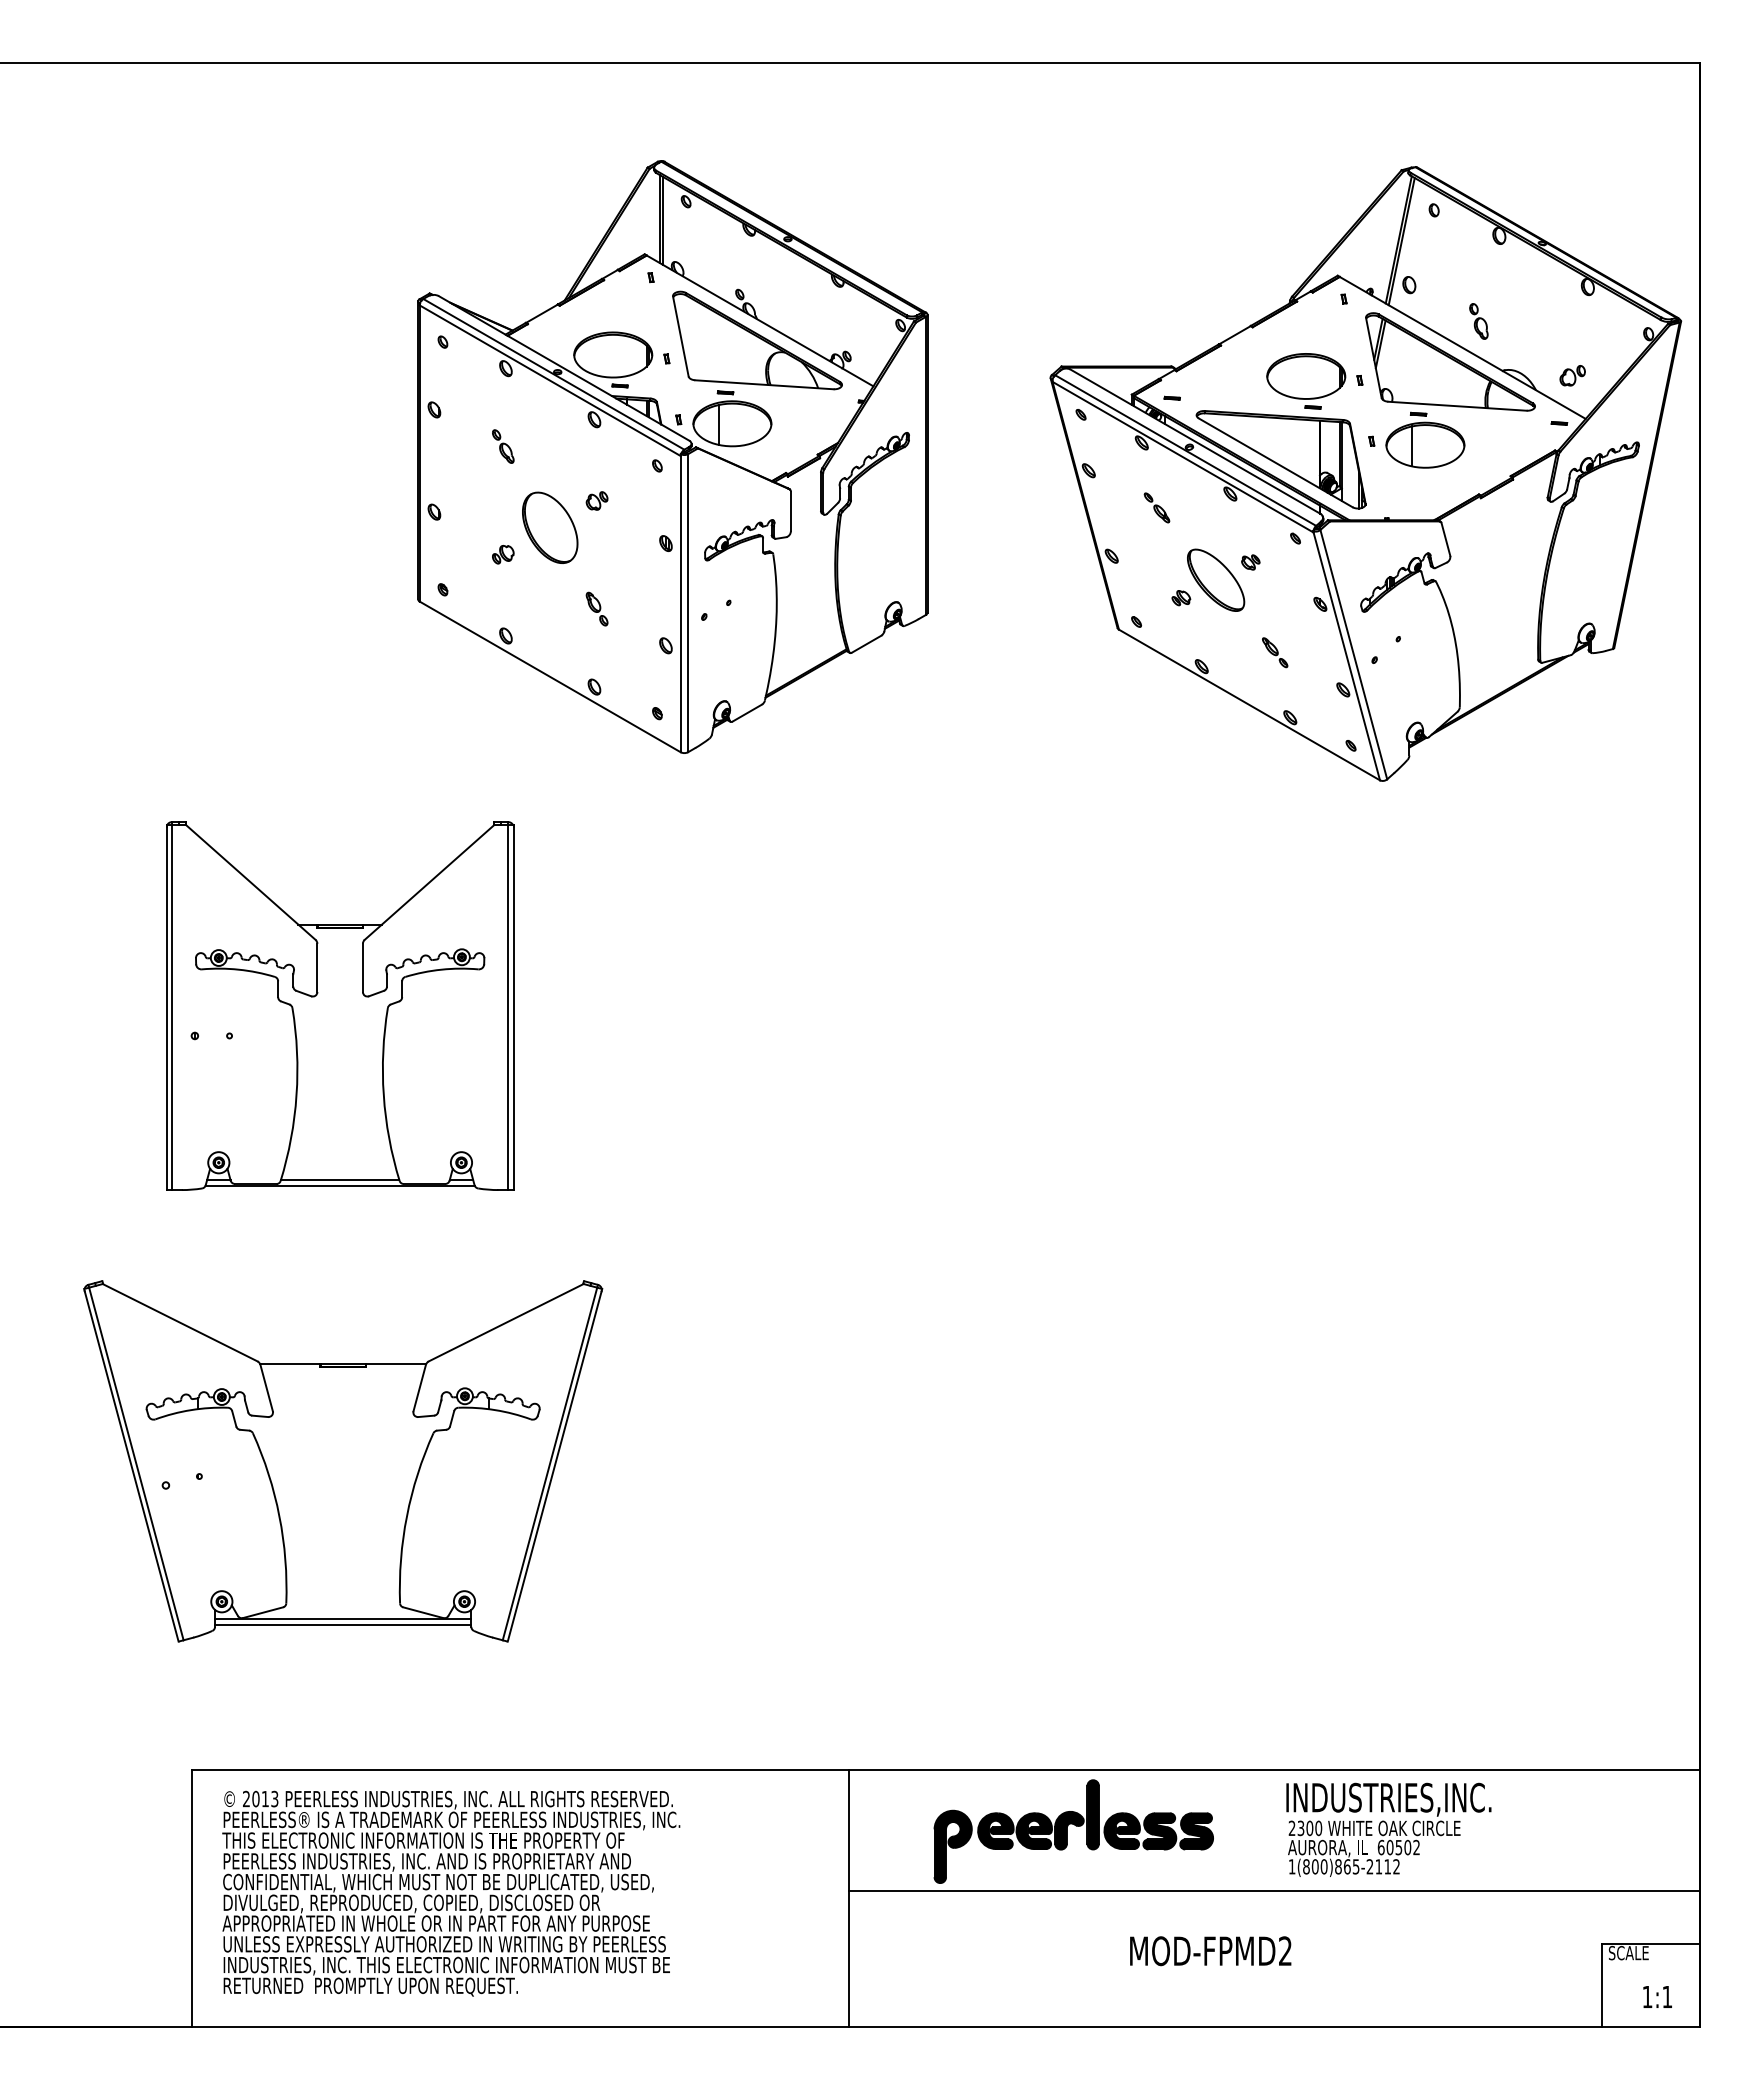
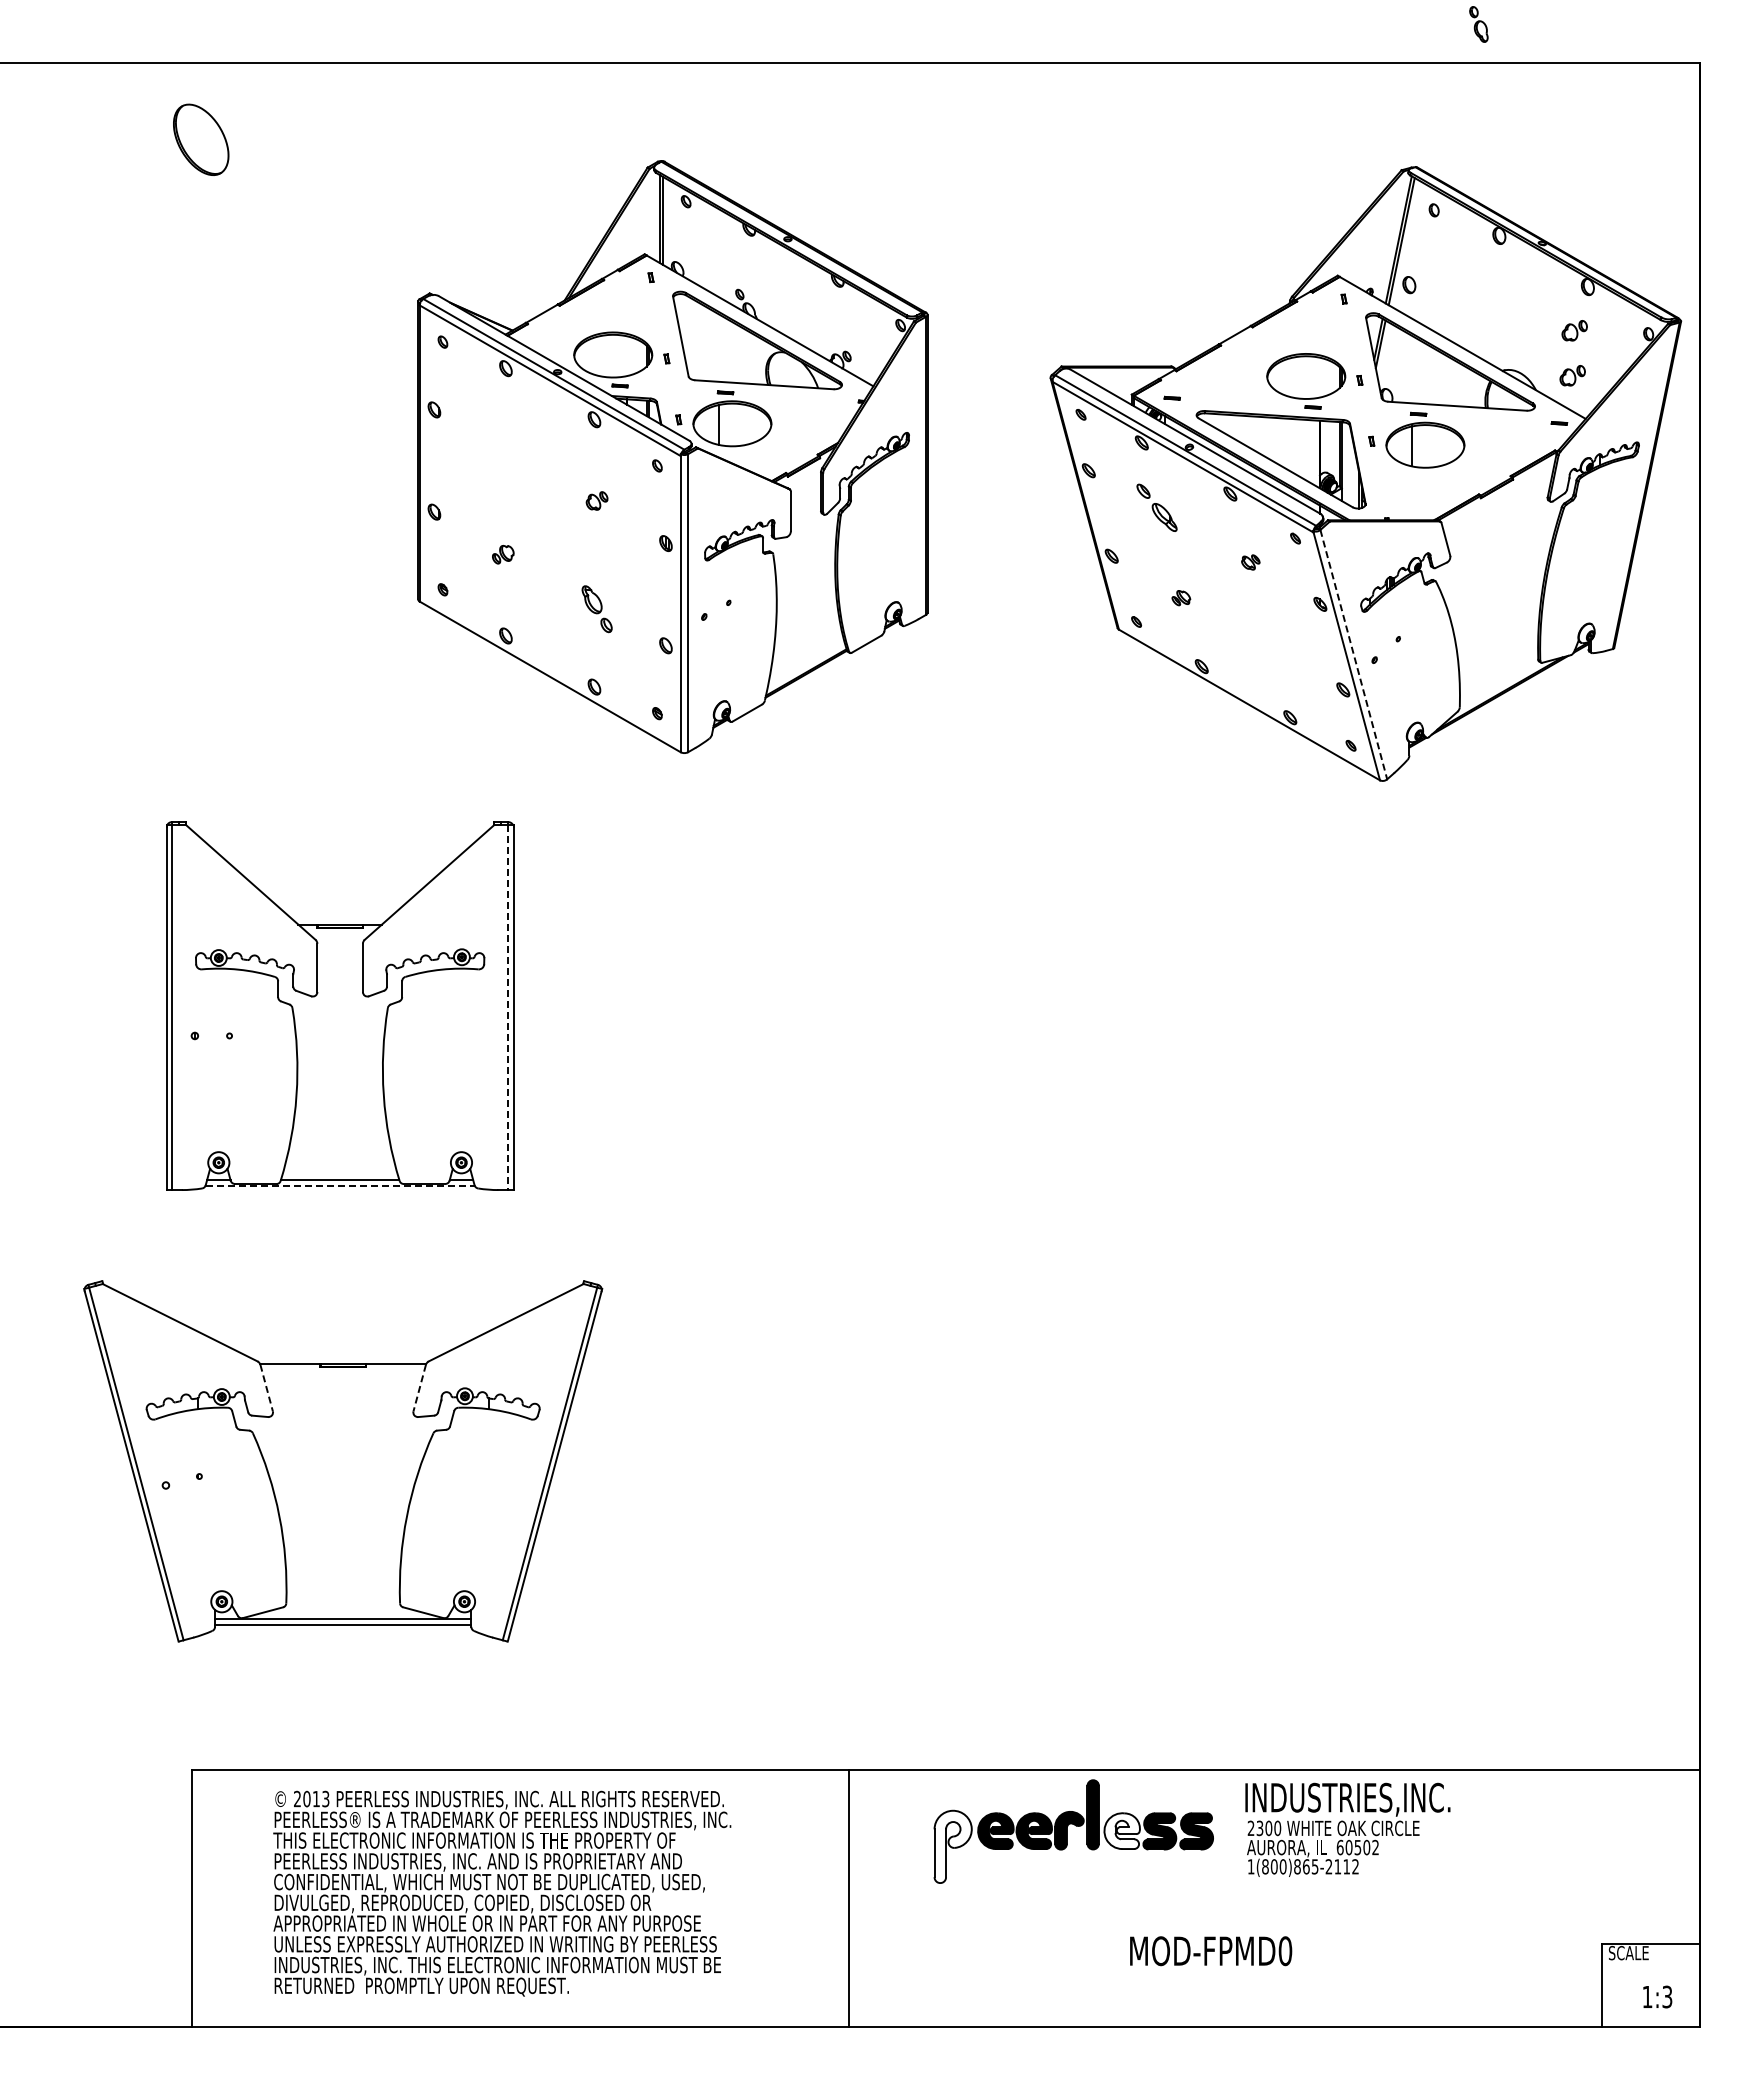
part at (1478, 321) position: (1478, 321) -> (1478, 24)
part at (1574, 330): none -> present
part at (503, 446): present -> none
part at (1156, 507) size: 28x32 px -> 42x49 px
part at (550, 527) position: (550, 527) -> (201, 139)
part at (1216, 579): present -> none
part at (596, 608) size: 24x36 px -> 32x49 px
part at (1275, 652): present -> none
line at (1353, 655): solid -> dashed
line at (508, 1007): solid -> dashed
line at (340, 1185): solid -> dashed
line at (266, 1388): solid -> dashed
line at (419, 1388): solid -> dashed
text at (1388, 1829) position: (1388, 1829) -> (1347, 1829)
fill at (1121, 1831): present -> none
fill at (952, 1846): present -> none
line at (1274, 1890): present -> none
text at (451, 1893) position: (451, 1893) -> (502, 1893)
text at (1285, 1951): MOD-FPMD2 -> MOD-FPMD0
text at (1667, 1996): 1:1 -> 1:3
